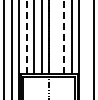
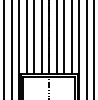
line at (26, 36): dashed -> solid
line at (64, 36): dashed -> solid
line at (56, 38): none -> present
line at (86, 49): none -> present
